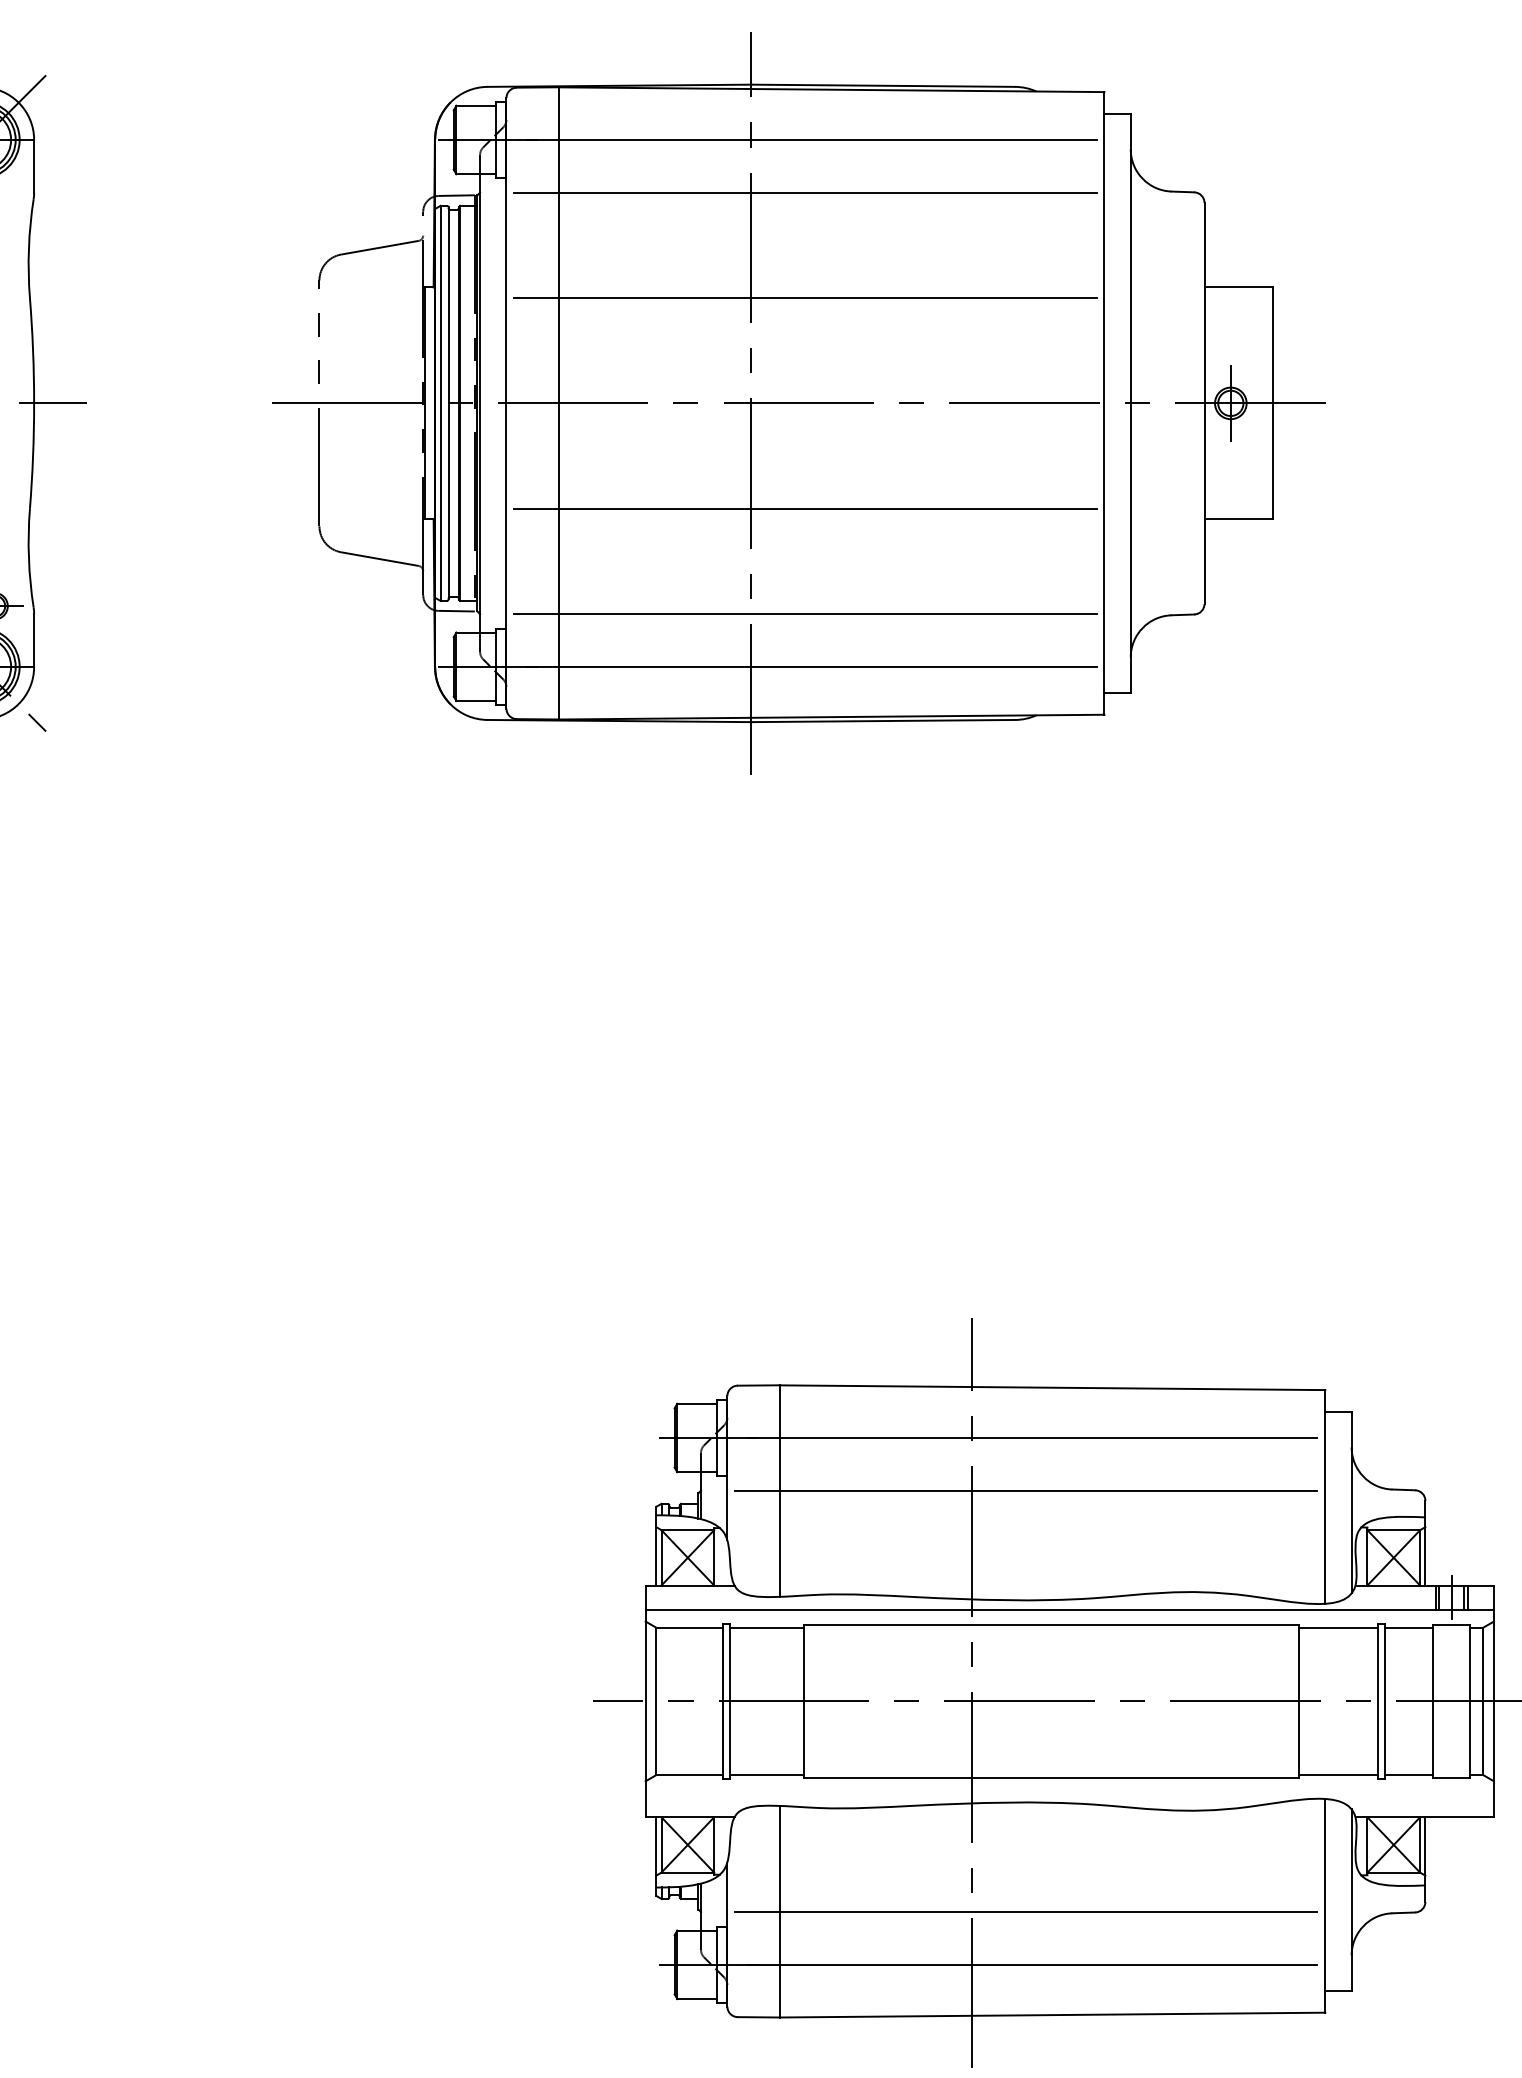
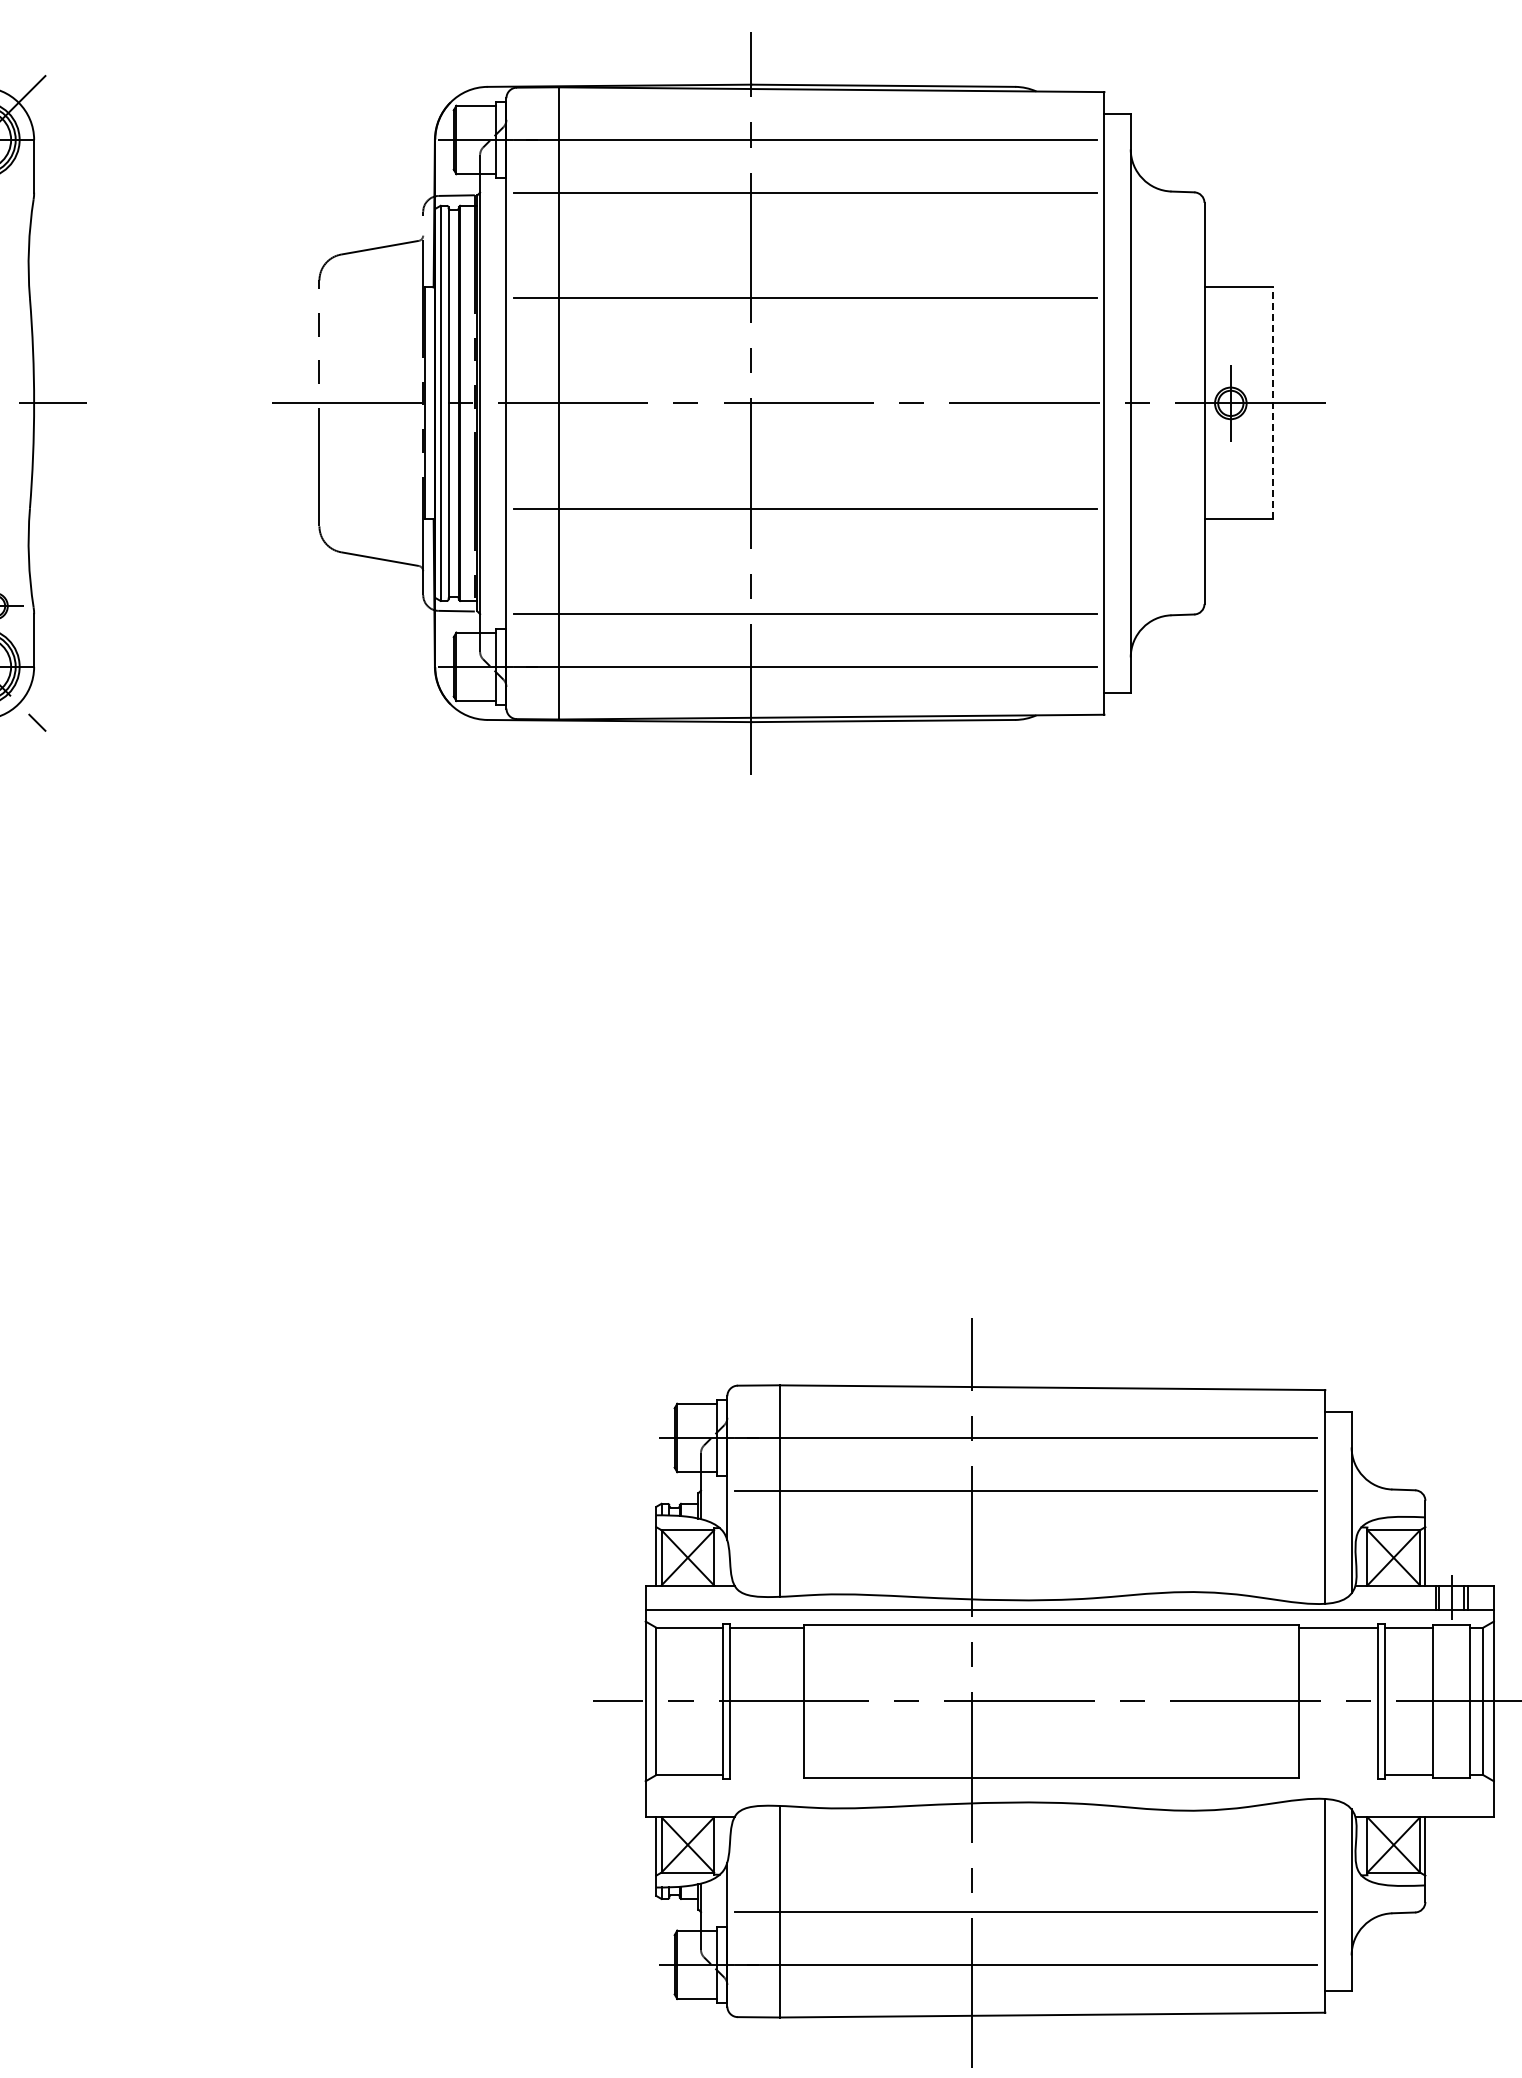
line at (1272, 403): solid -> dashed
line at (766, 1775): present -> none
line at (1337, 1775): present -> none
